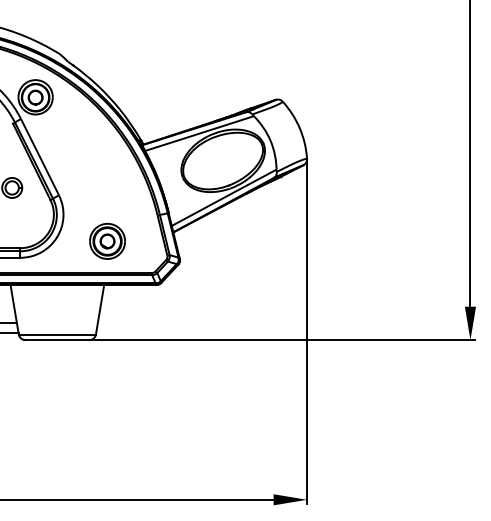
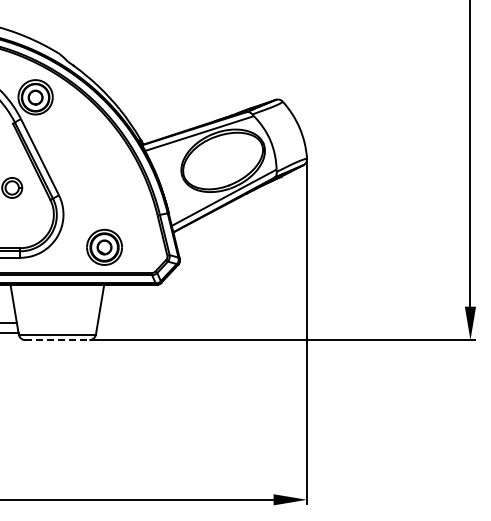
part at (107, 240) position: (107, 240) -> (104, 246)
line at (57, 340): solid -> dashed
